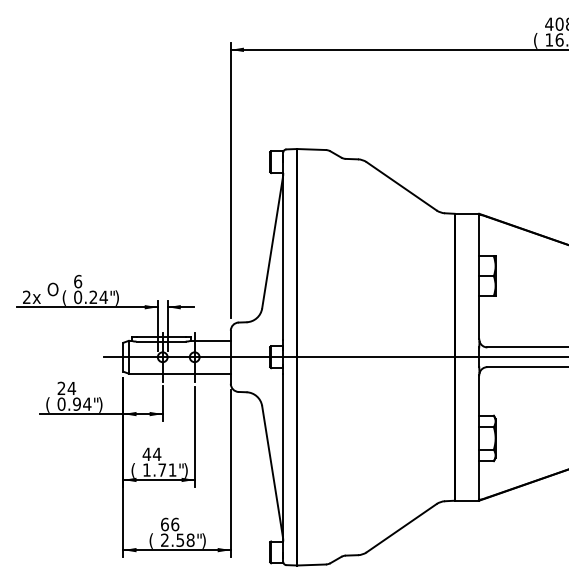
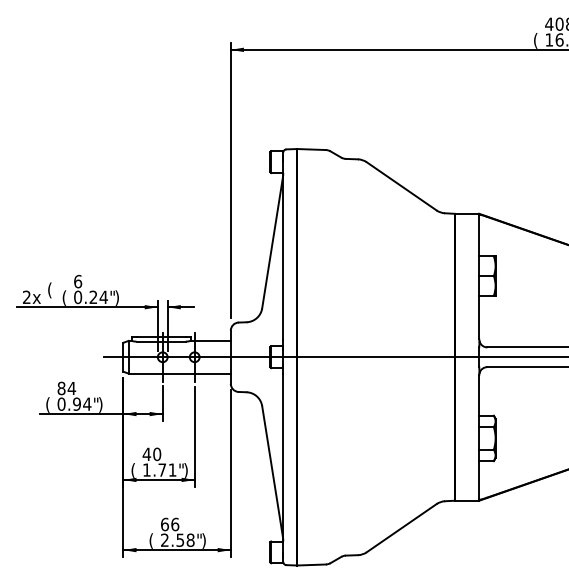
text at (52, 290): O -> (
text at (61, 388): 24 -> 84
text at (156, 454): 44 -> 40
